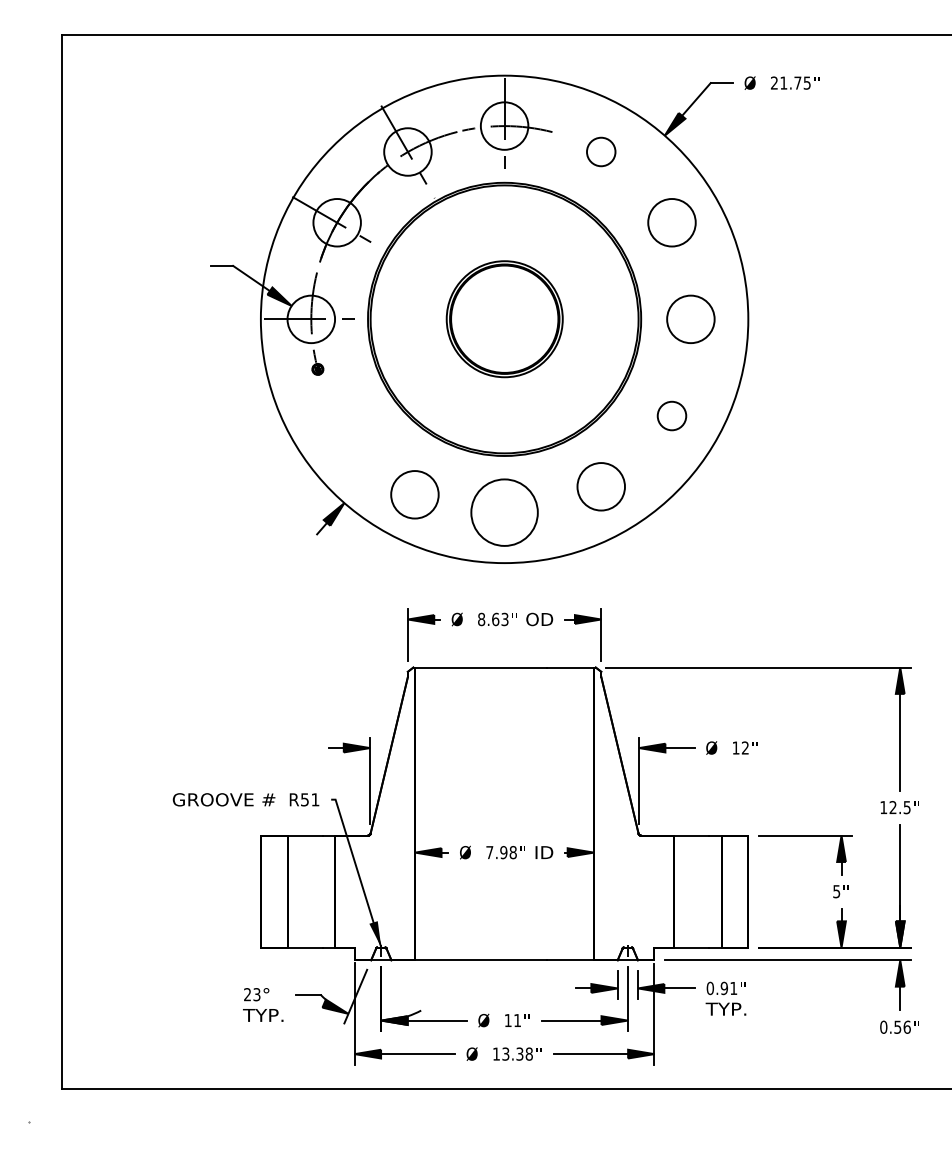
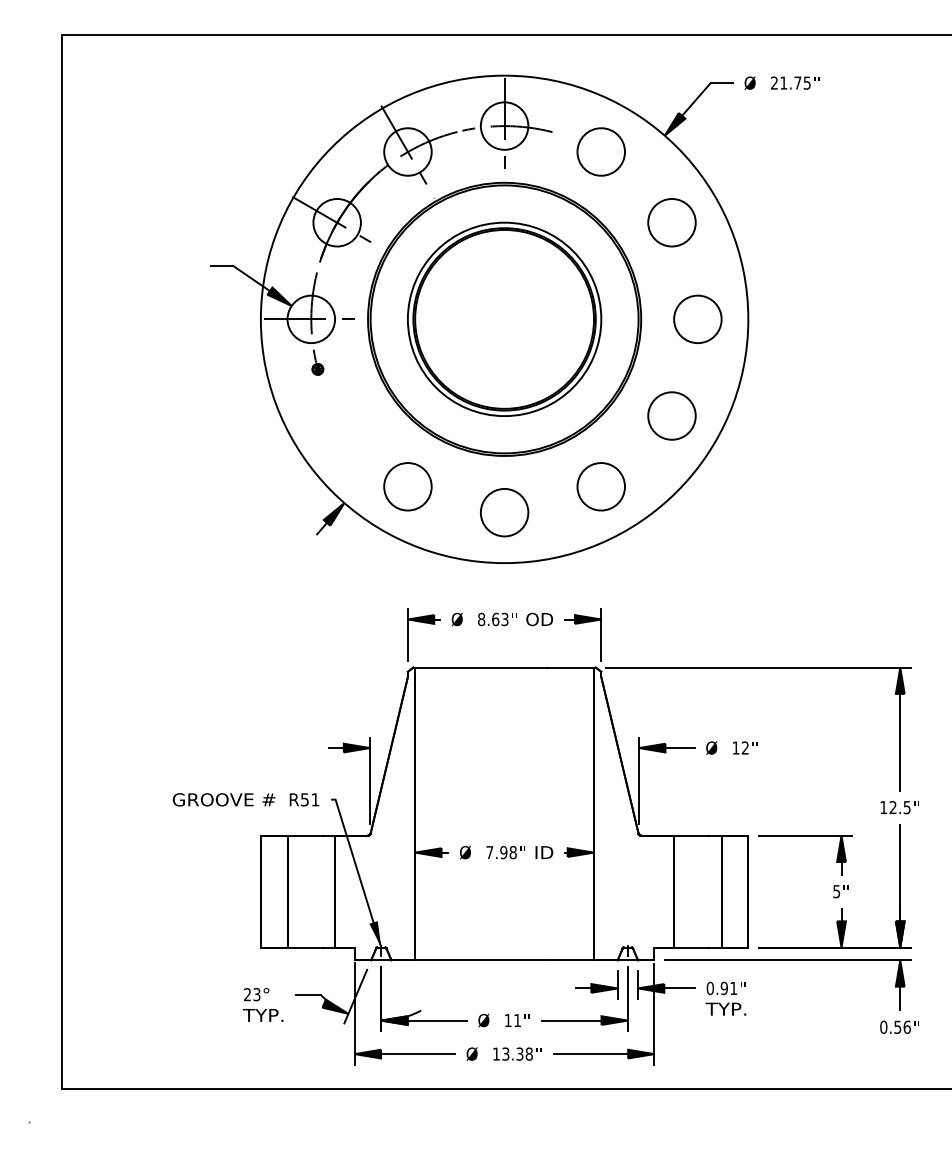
circle at (601, 151) diameter: 29 px -> 48 px
circle at (690, 318) position: (690, 318) -> (697, 318)
part at (504, 319) size: 119x119 px -> 196x196 px
circle at (671, 415) diameter: 29 px -> 48 px
circle at (414, 494) position: (414, 494) -> (407, 486)
circle at (504, 512) diameter: 67 px -> 48 px
